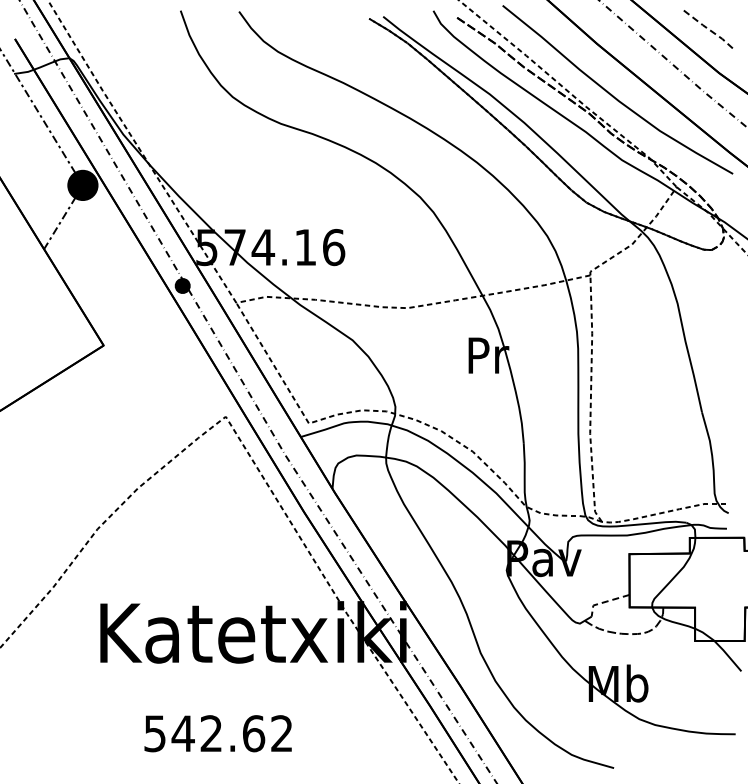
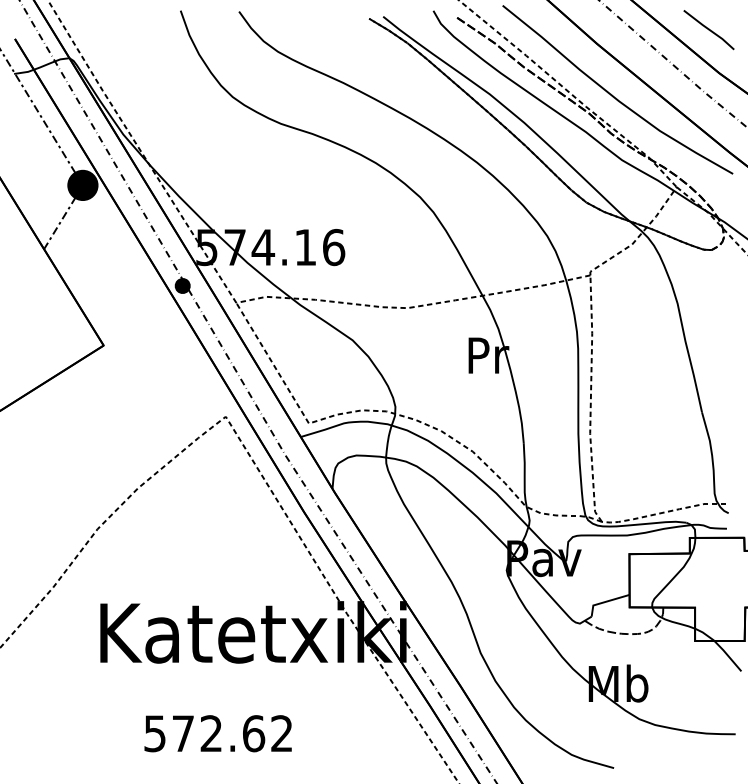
line at (709, 29): dashed -> solid
line at (604, 602): dashed -> solid
text at (182, 733): 542.62 -> 572.62
